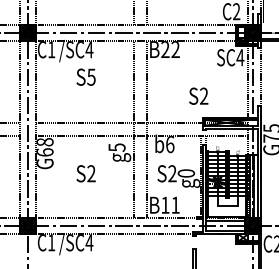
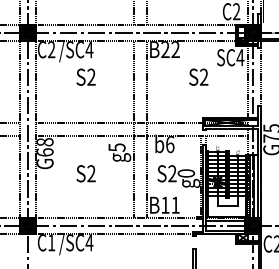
text at (51, 49): C1 -> C2
text at (91, 76): S5 -> S2
text at (198, 95) position: (198, 95) -> (198, 76)
